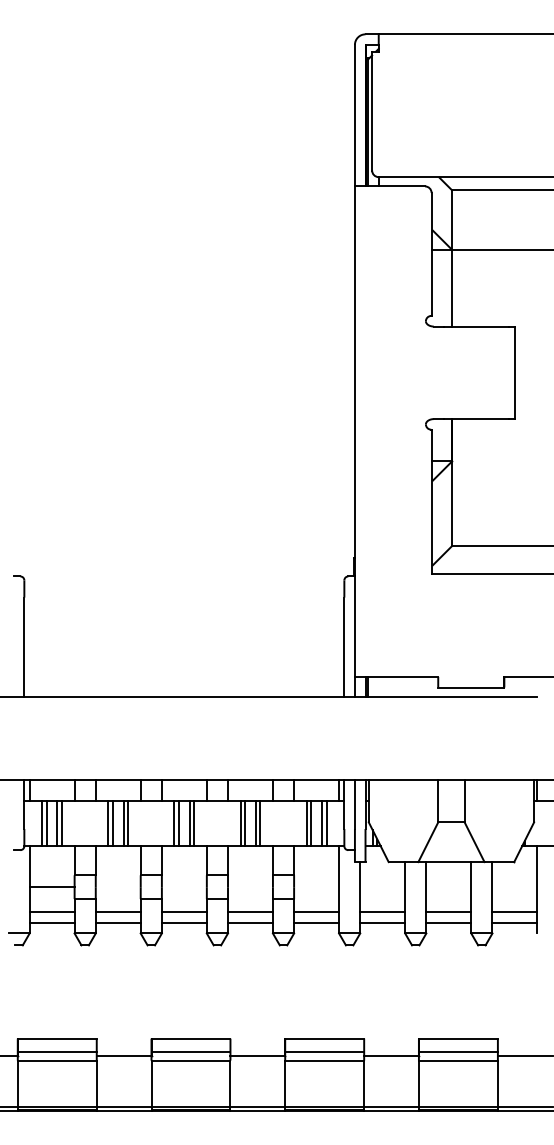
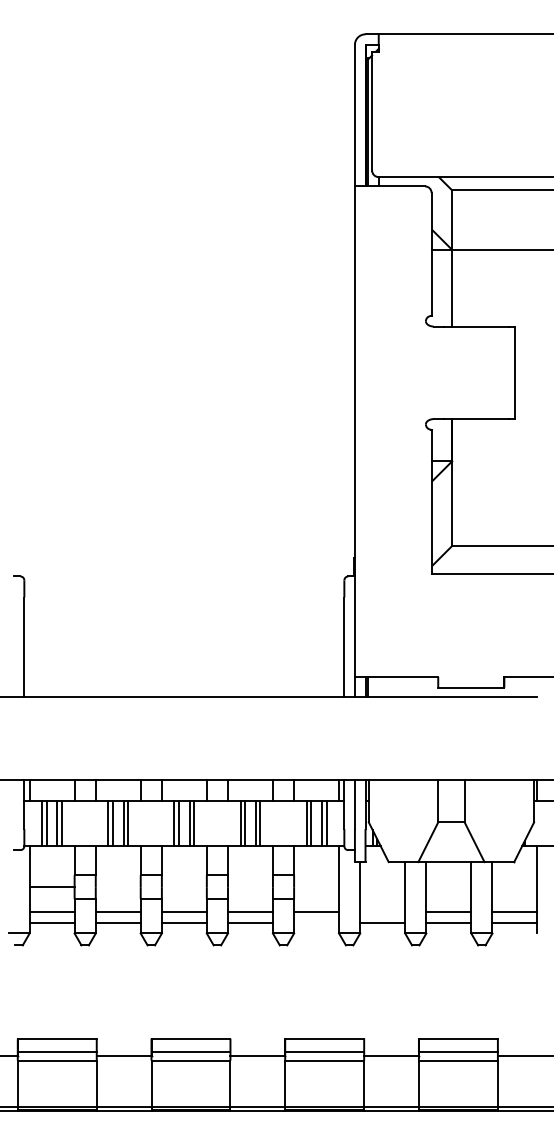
line at (382, 912): present -> none
line at (316, 922): present -> none
